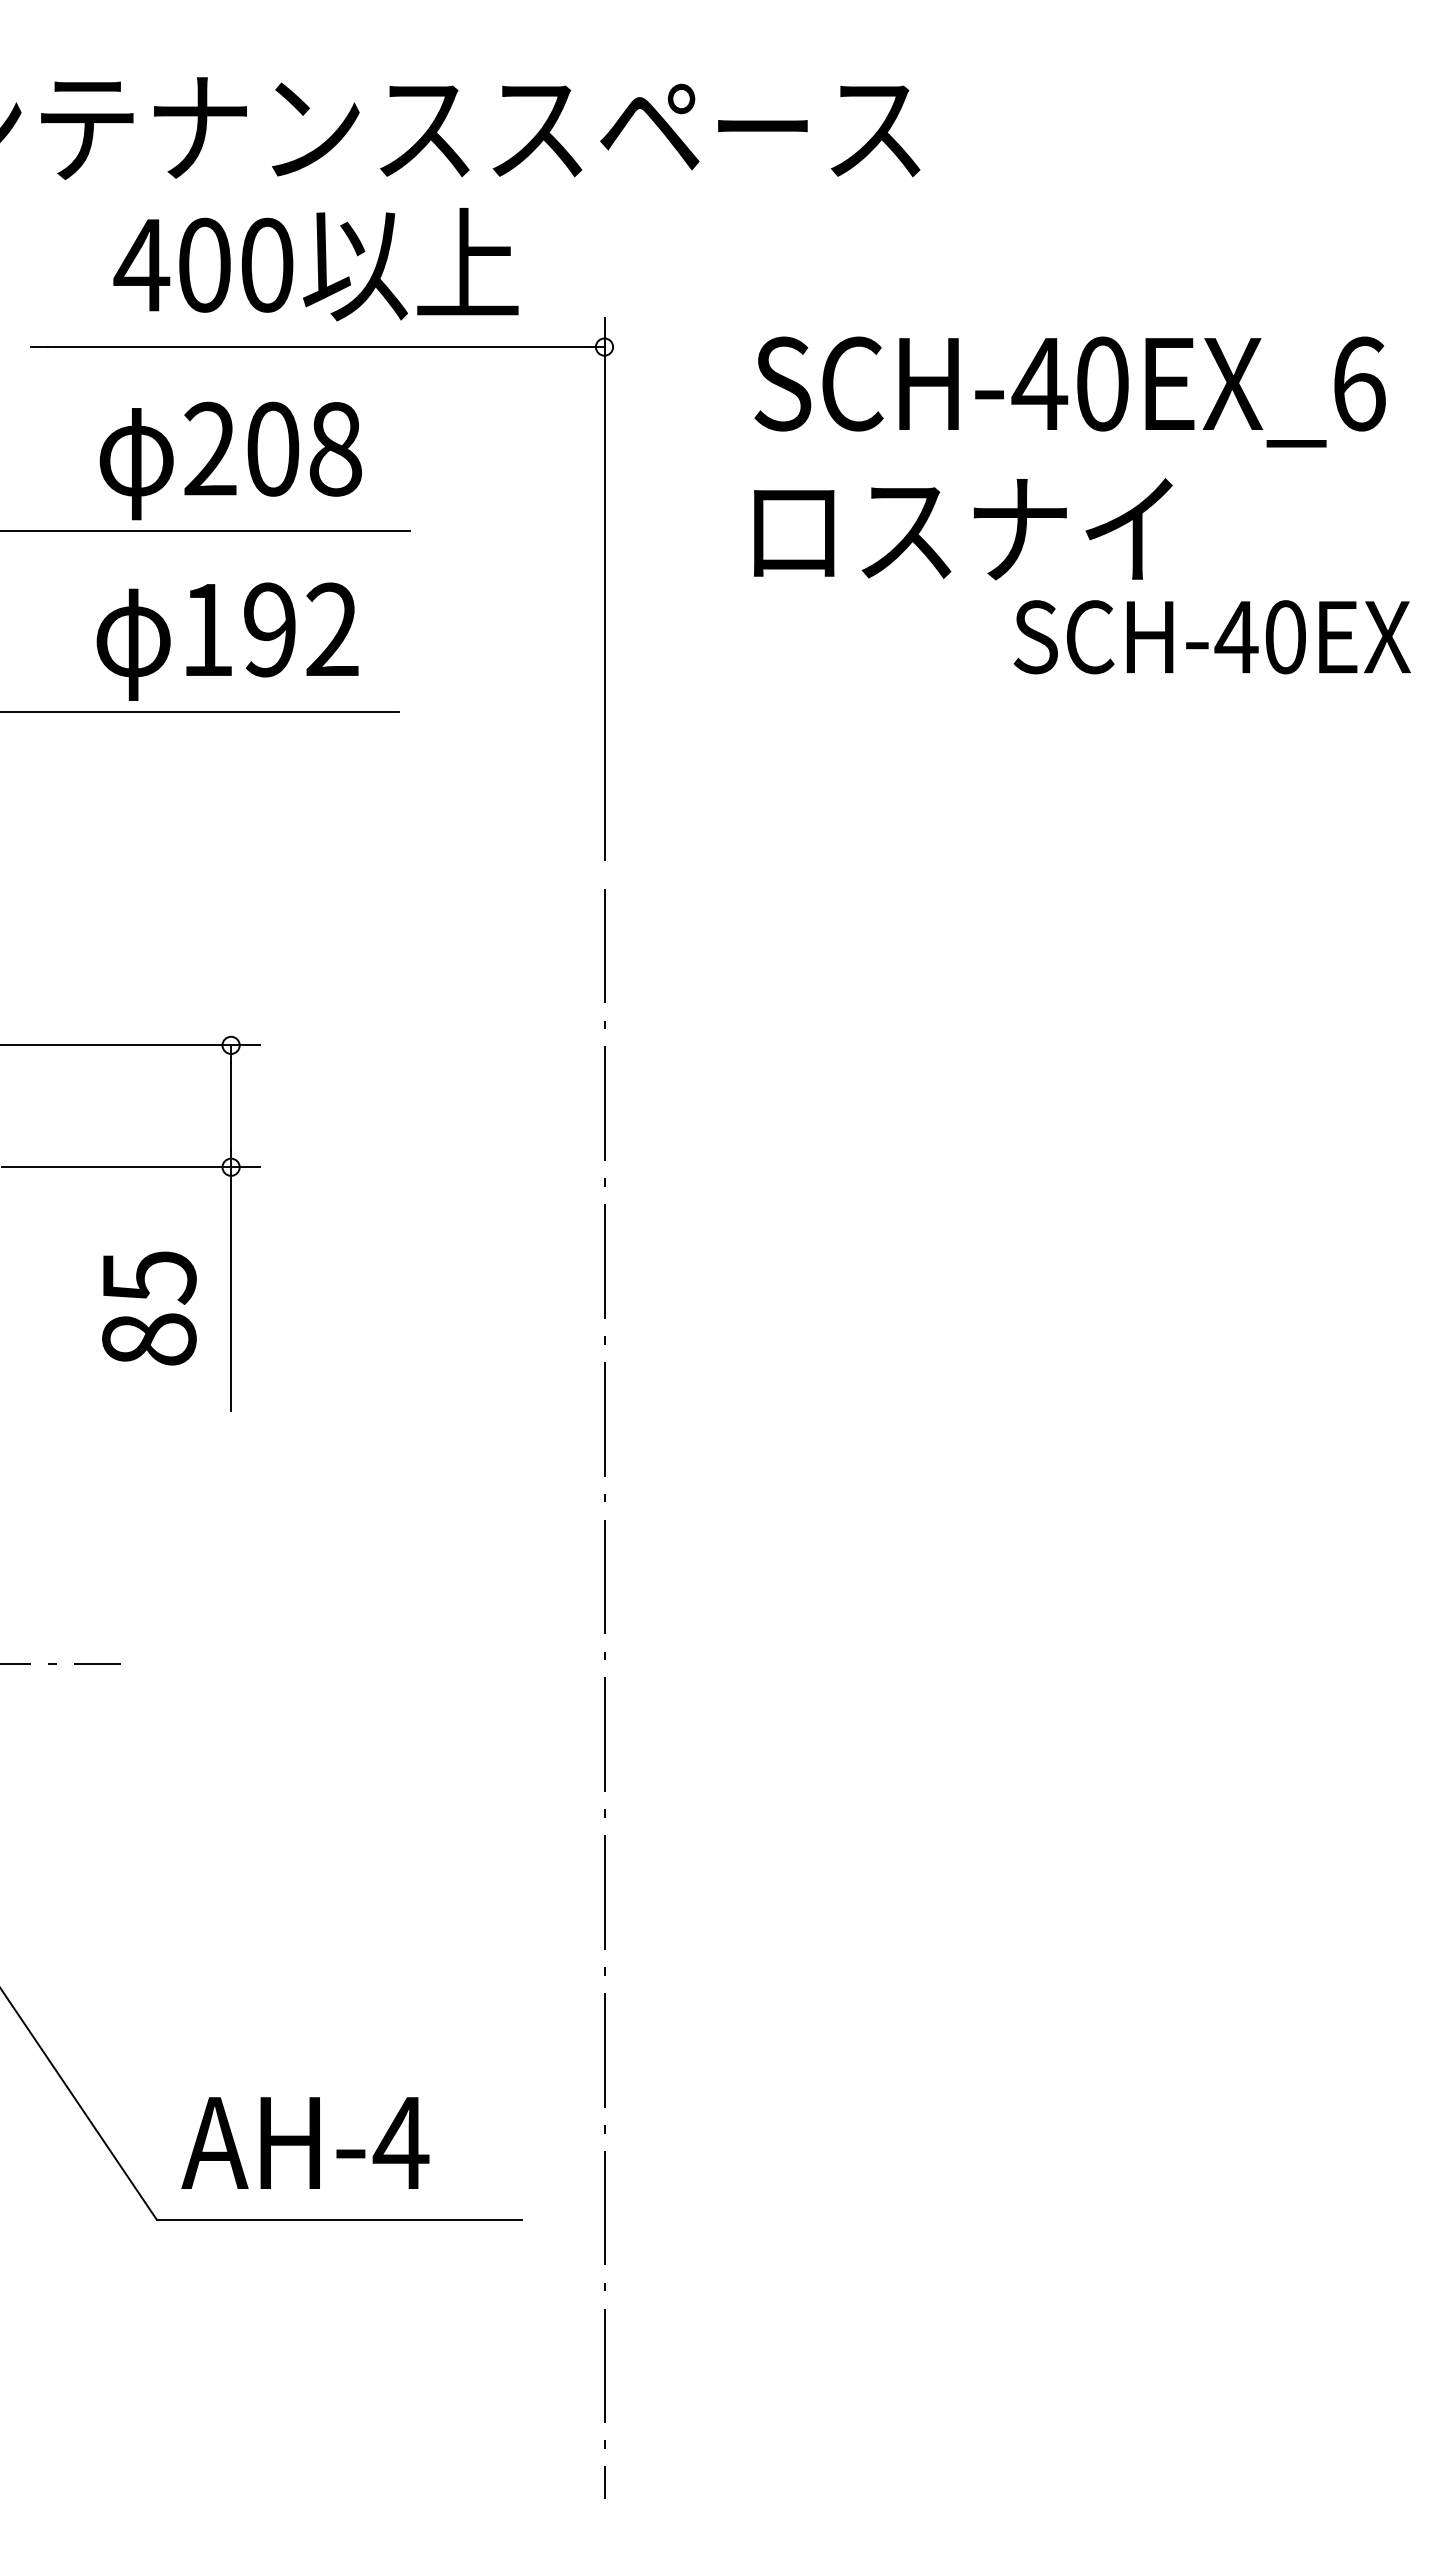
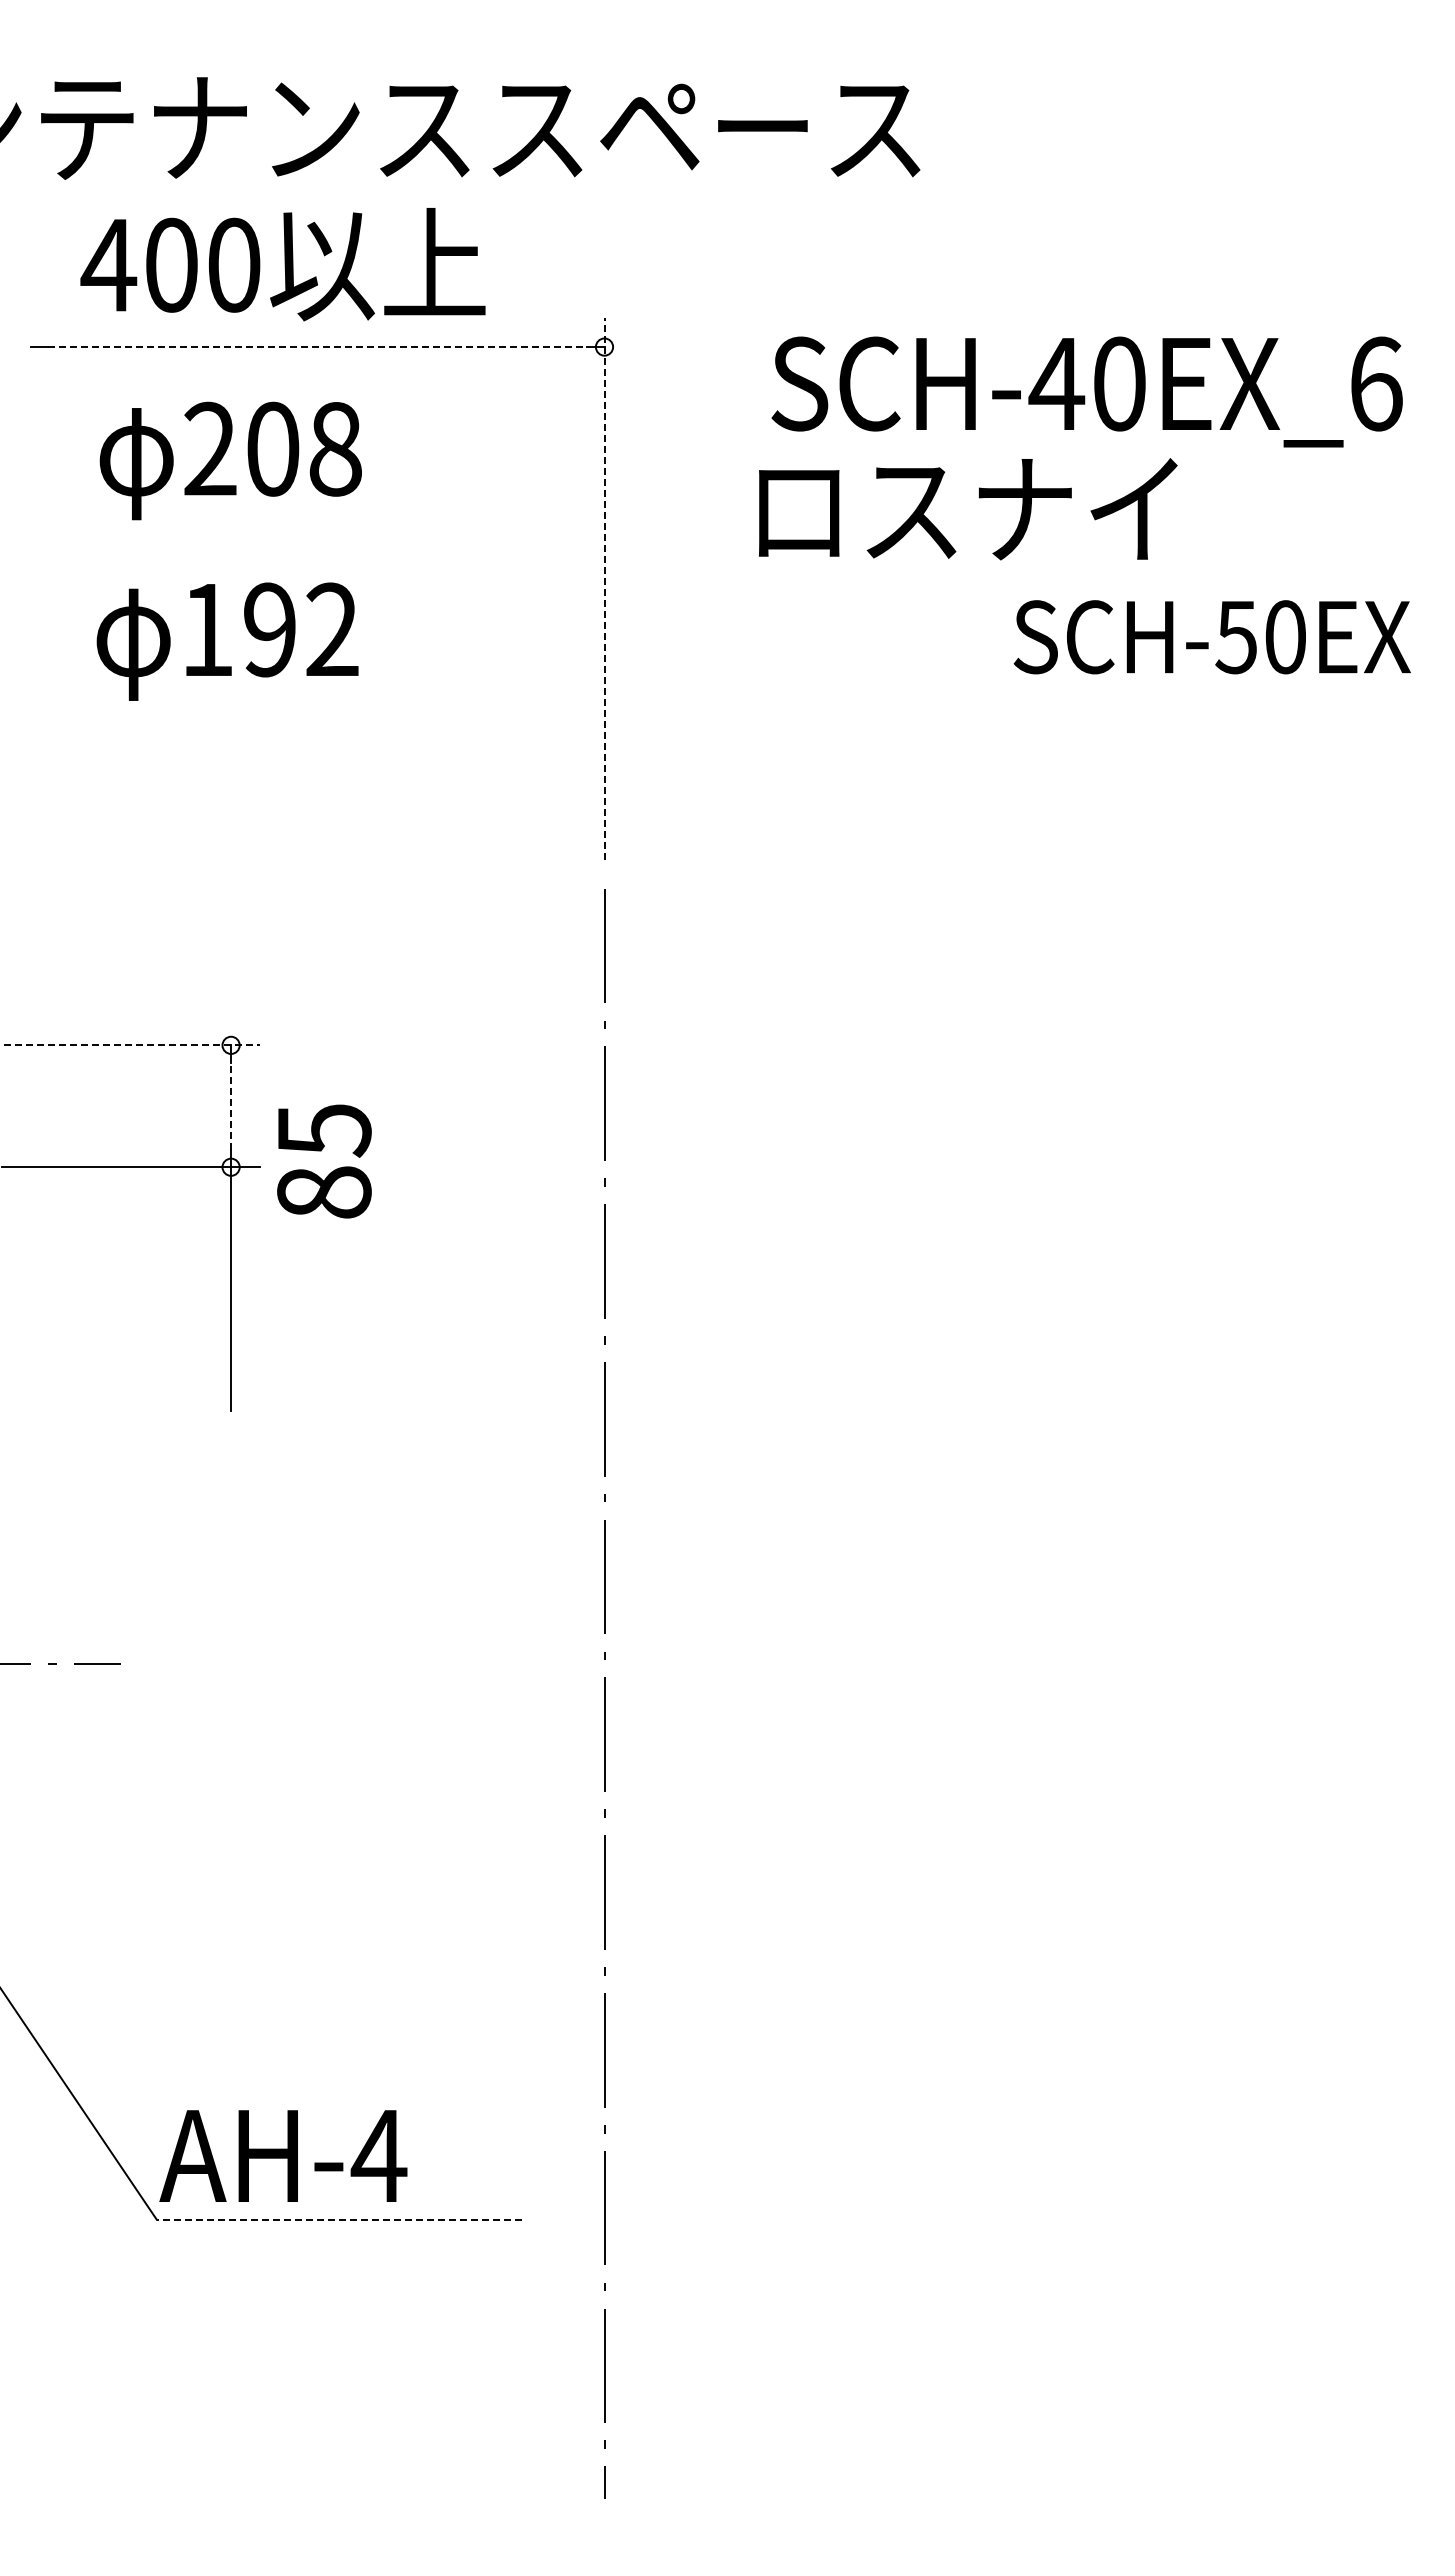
text at (315, 264) position: (315, 264) -> (282, 264)
line at (317, 347): solid -> dashed
text at (1069, 391) position: (1069, 391) -> (1086, 391)
text at (963, 529) position: (963, 529) -> (968, 509)
line at (206, 531): present -> none
line at (604, 589): solid -> dashed
text at (1236, 637): SCH-40EX -> SCH-50EX
line at (200, 711): present -> none
line at (129, 1045): solid -> dashed
line at (231, 1106): solid -> dashed
text at (149, 1308) position: (149, 1308) -> (324, 1161)
text at (305, 2142) position: (305, 2142) -> (283, 2155)
line at (339, 2219): solid -> dashed
